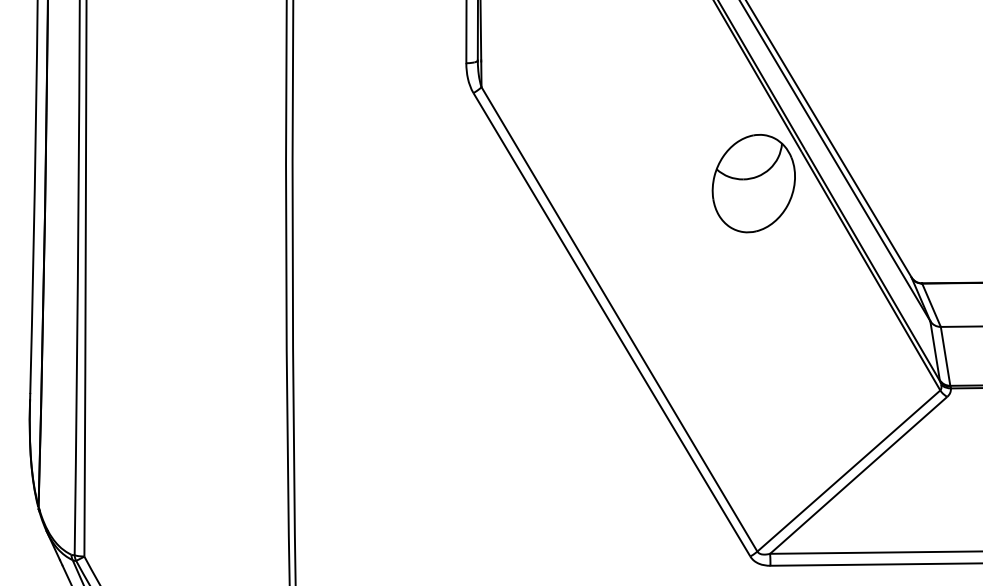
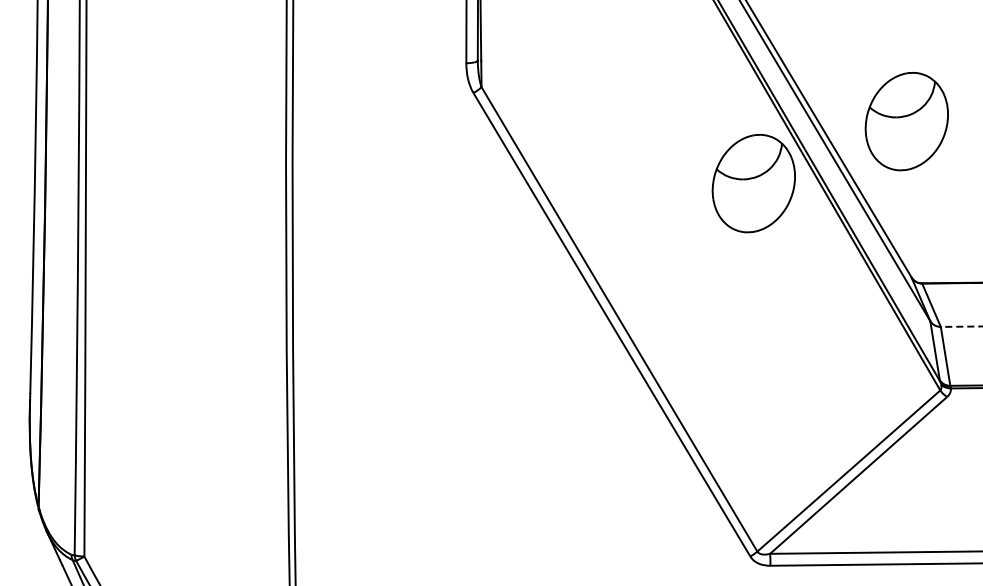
part at (906, 121): none -> present
line at (961, 326): solid -> dashed
